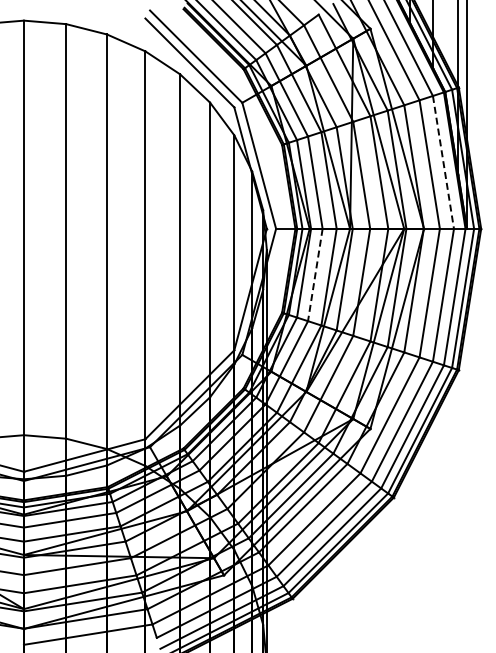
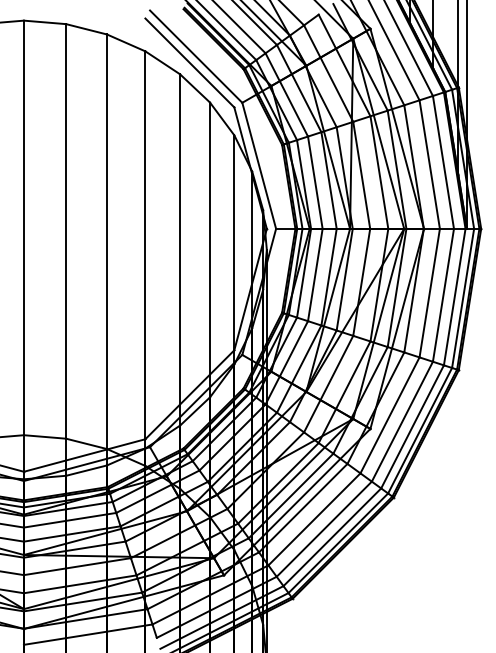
line at (443, 162): dashed -> solid
line at (315, 275): dashed -> solid
